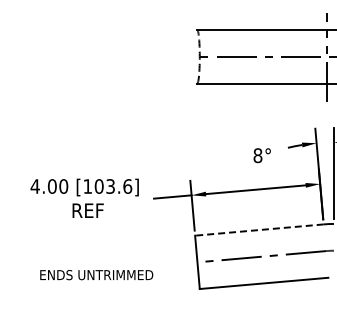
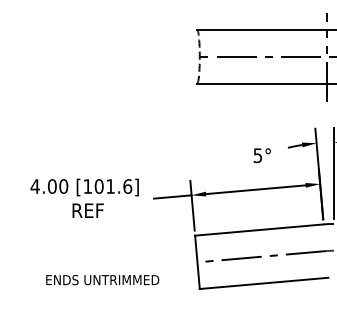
text at (257, 155): 8° -> 5°
text at (110, 186): [103.6] -> [101.6]
line at (259, 230): dashed -> solid
text at (96, 275) position: (96, 275) -> (102, 280)
